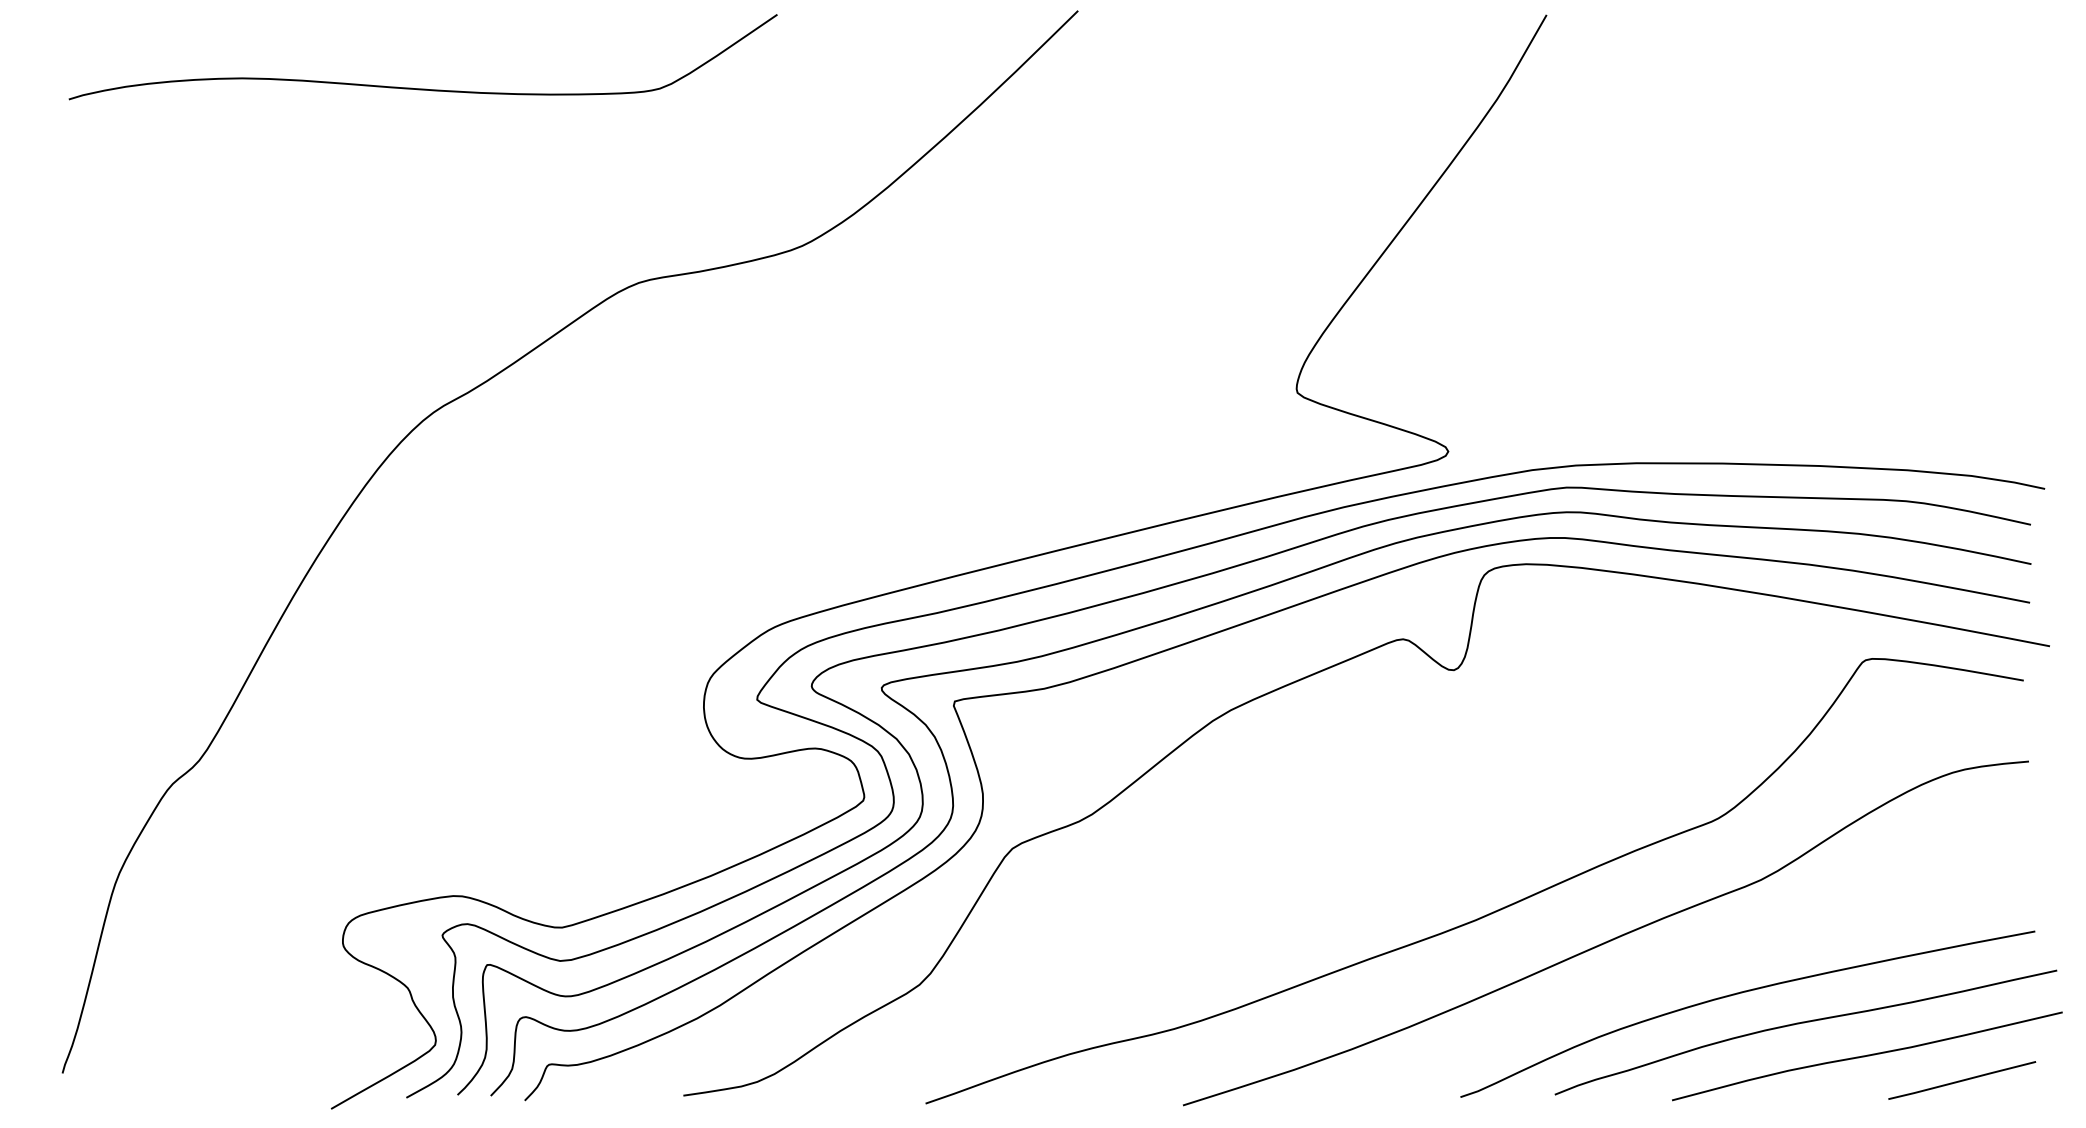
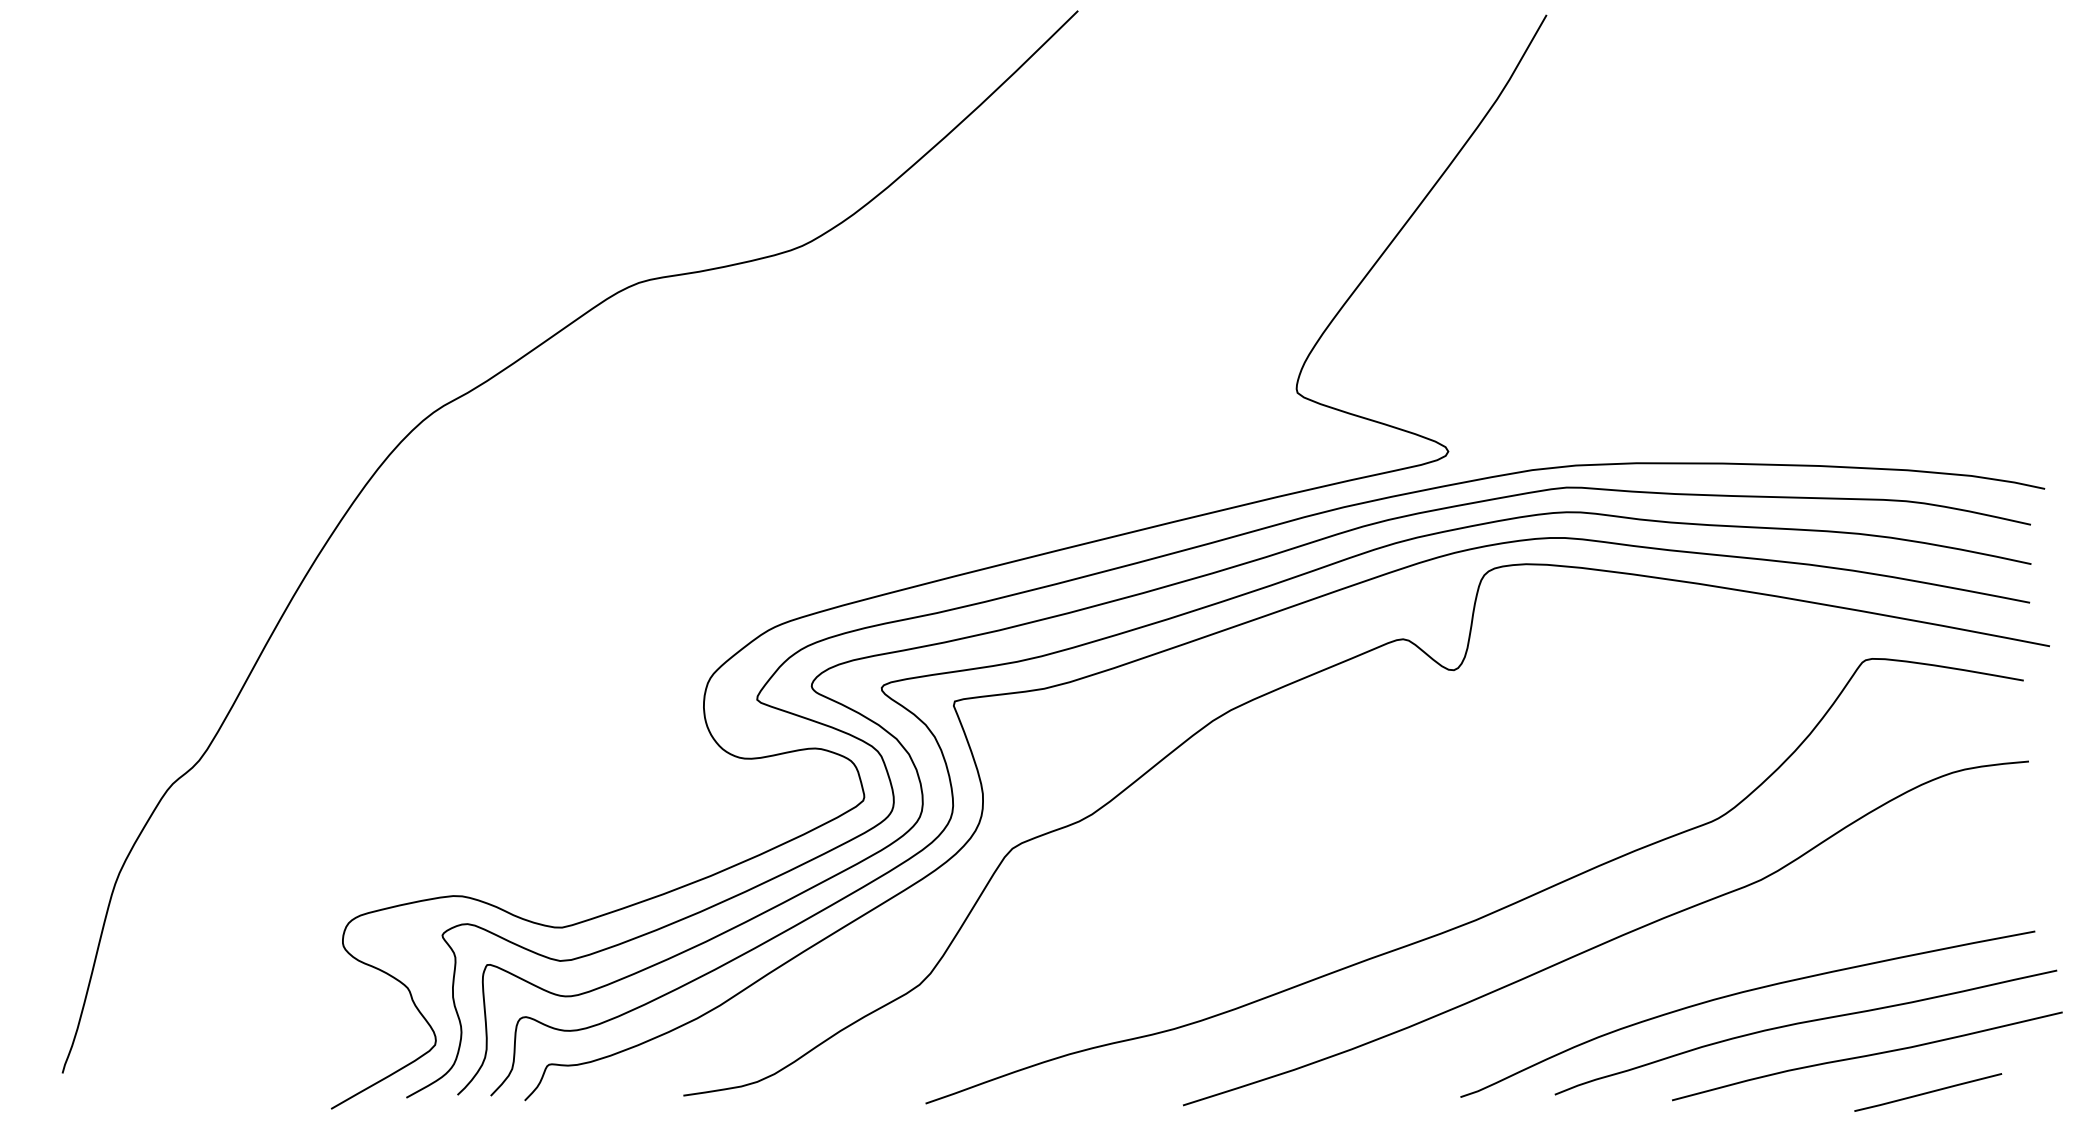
curve at (422, 88): present -> none
line at (1962, 1080) position: (1962, 1080) -> (1928, 1092)
